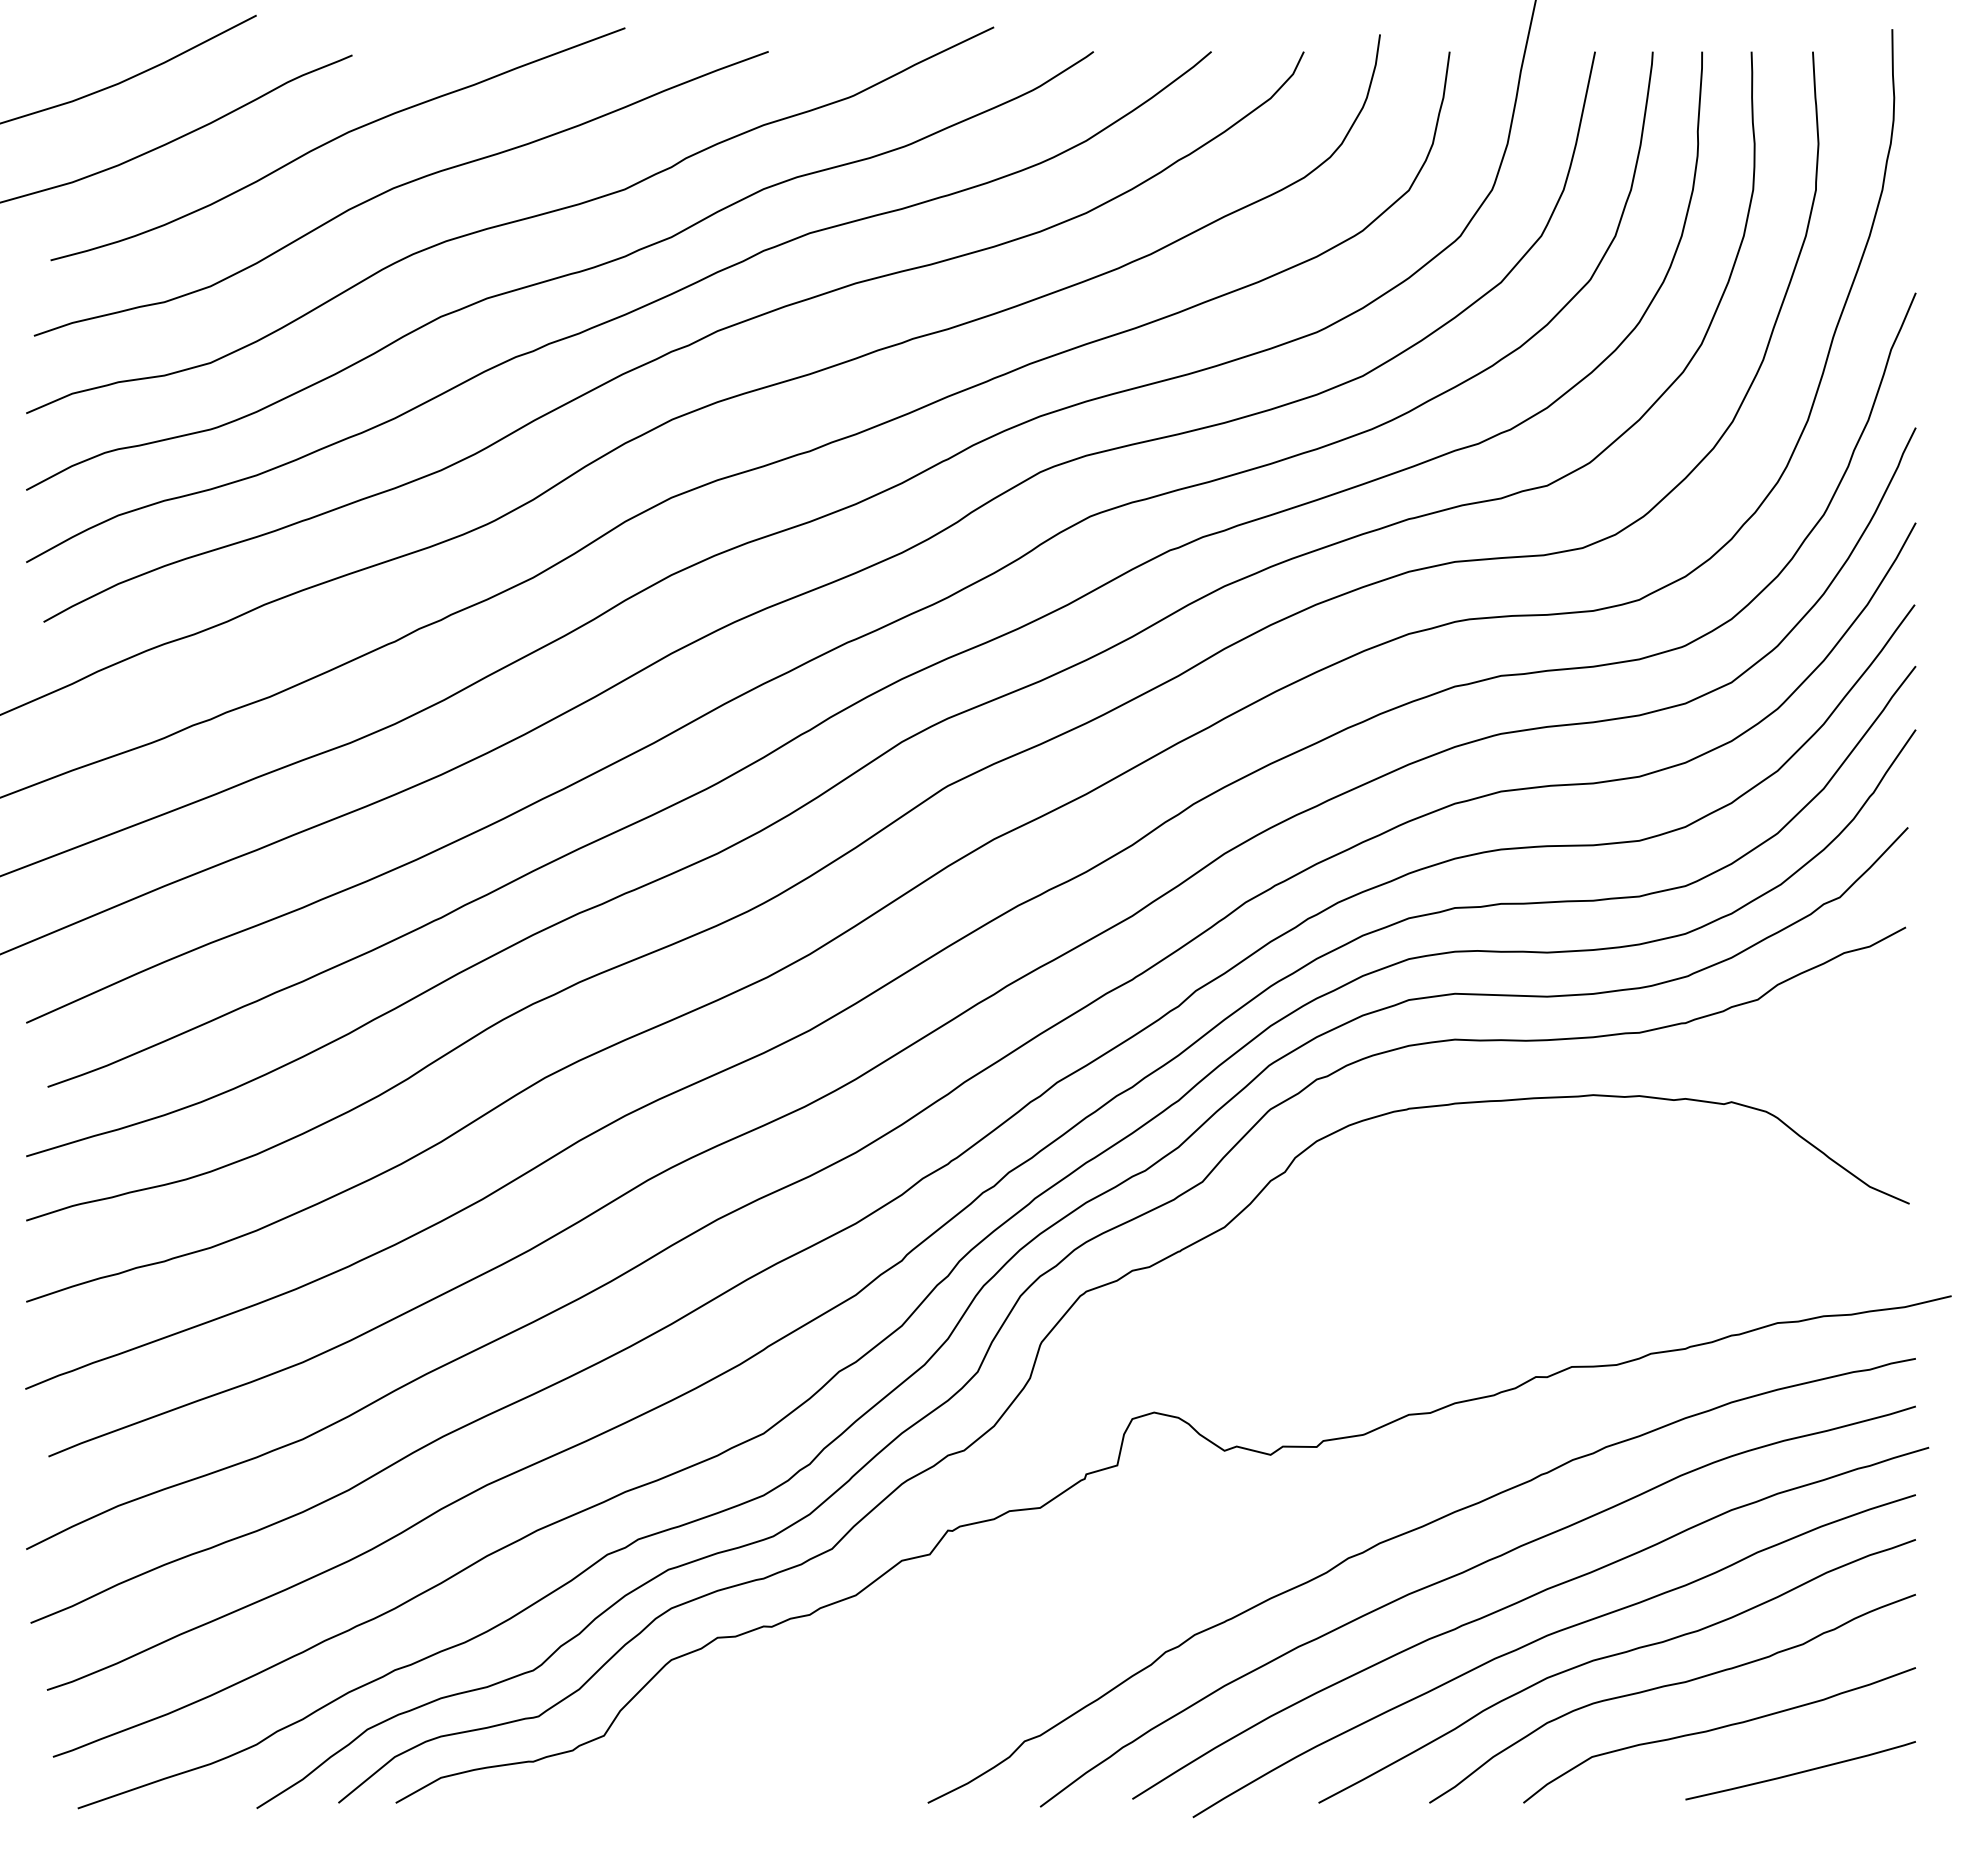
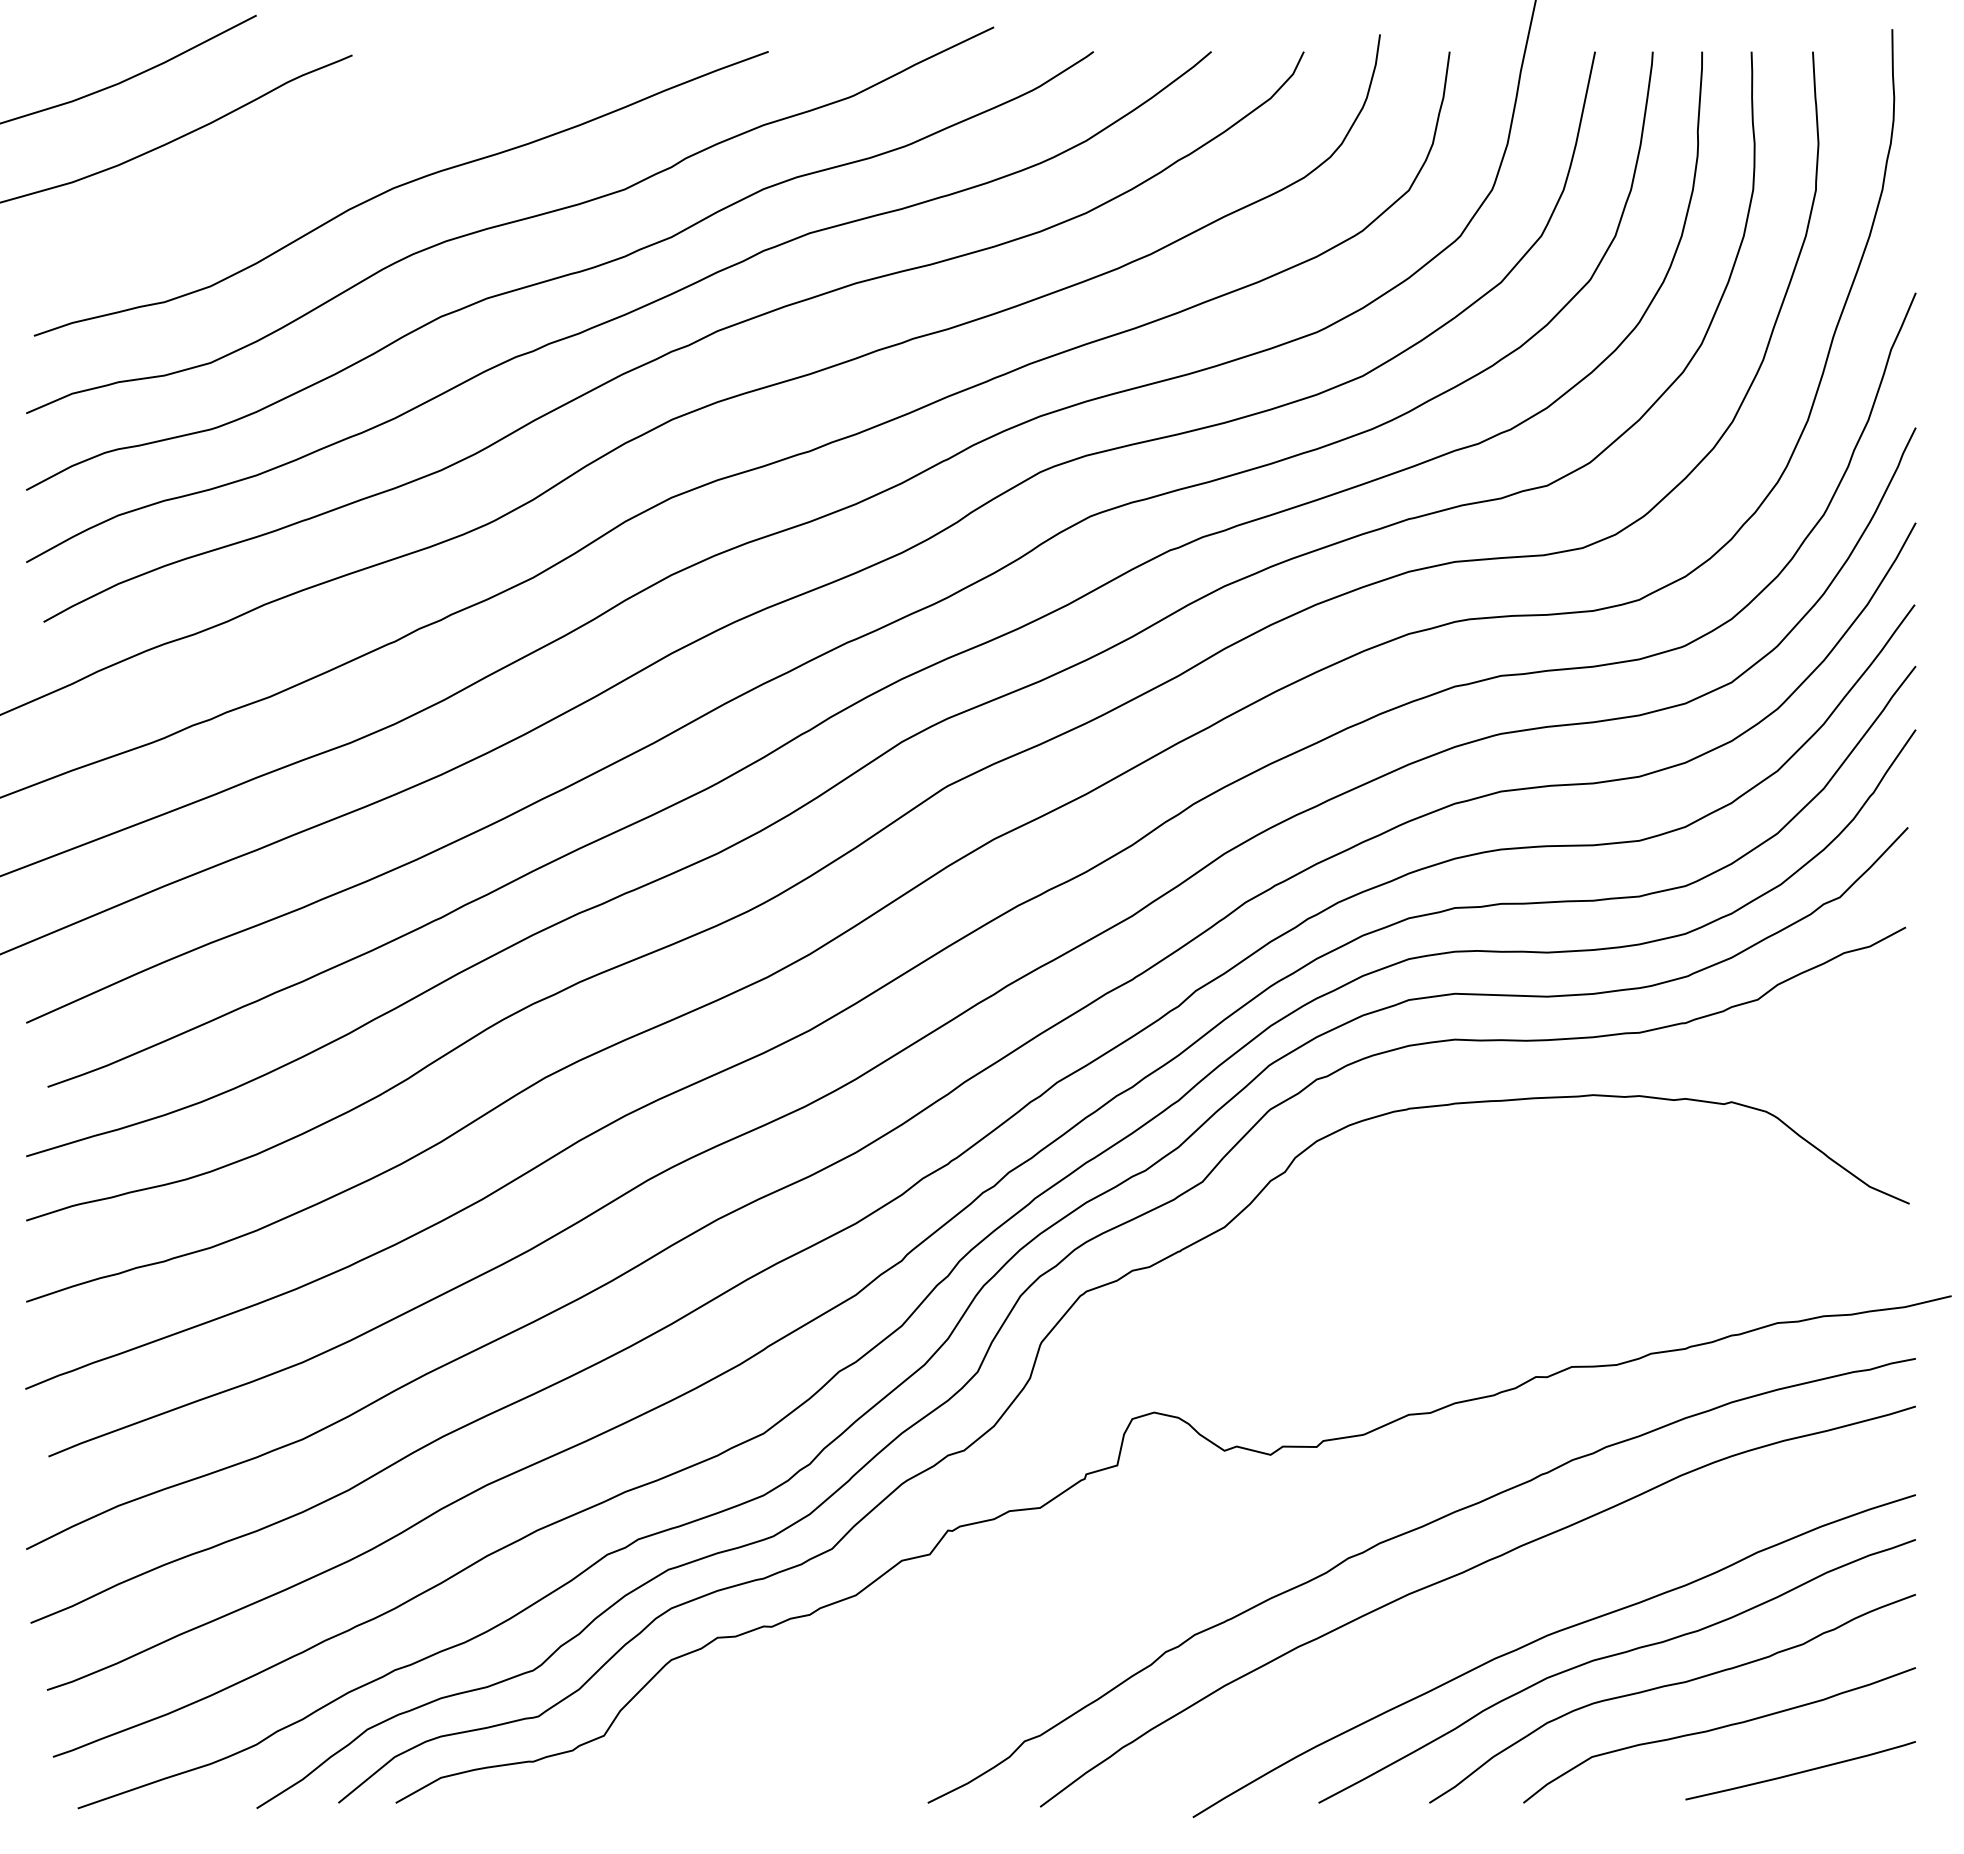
curve at (334, 140): present -> none
curve at (1520, 1602): present -> none
